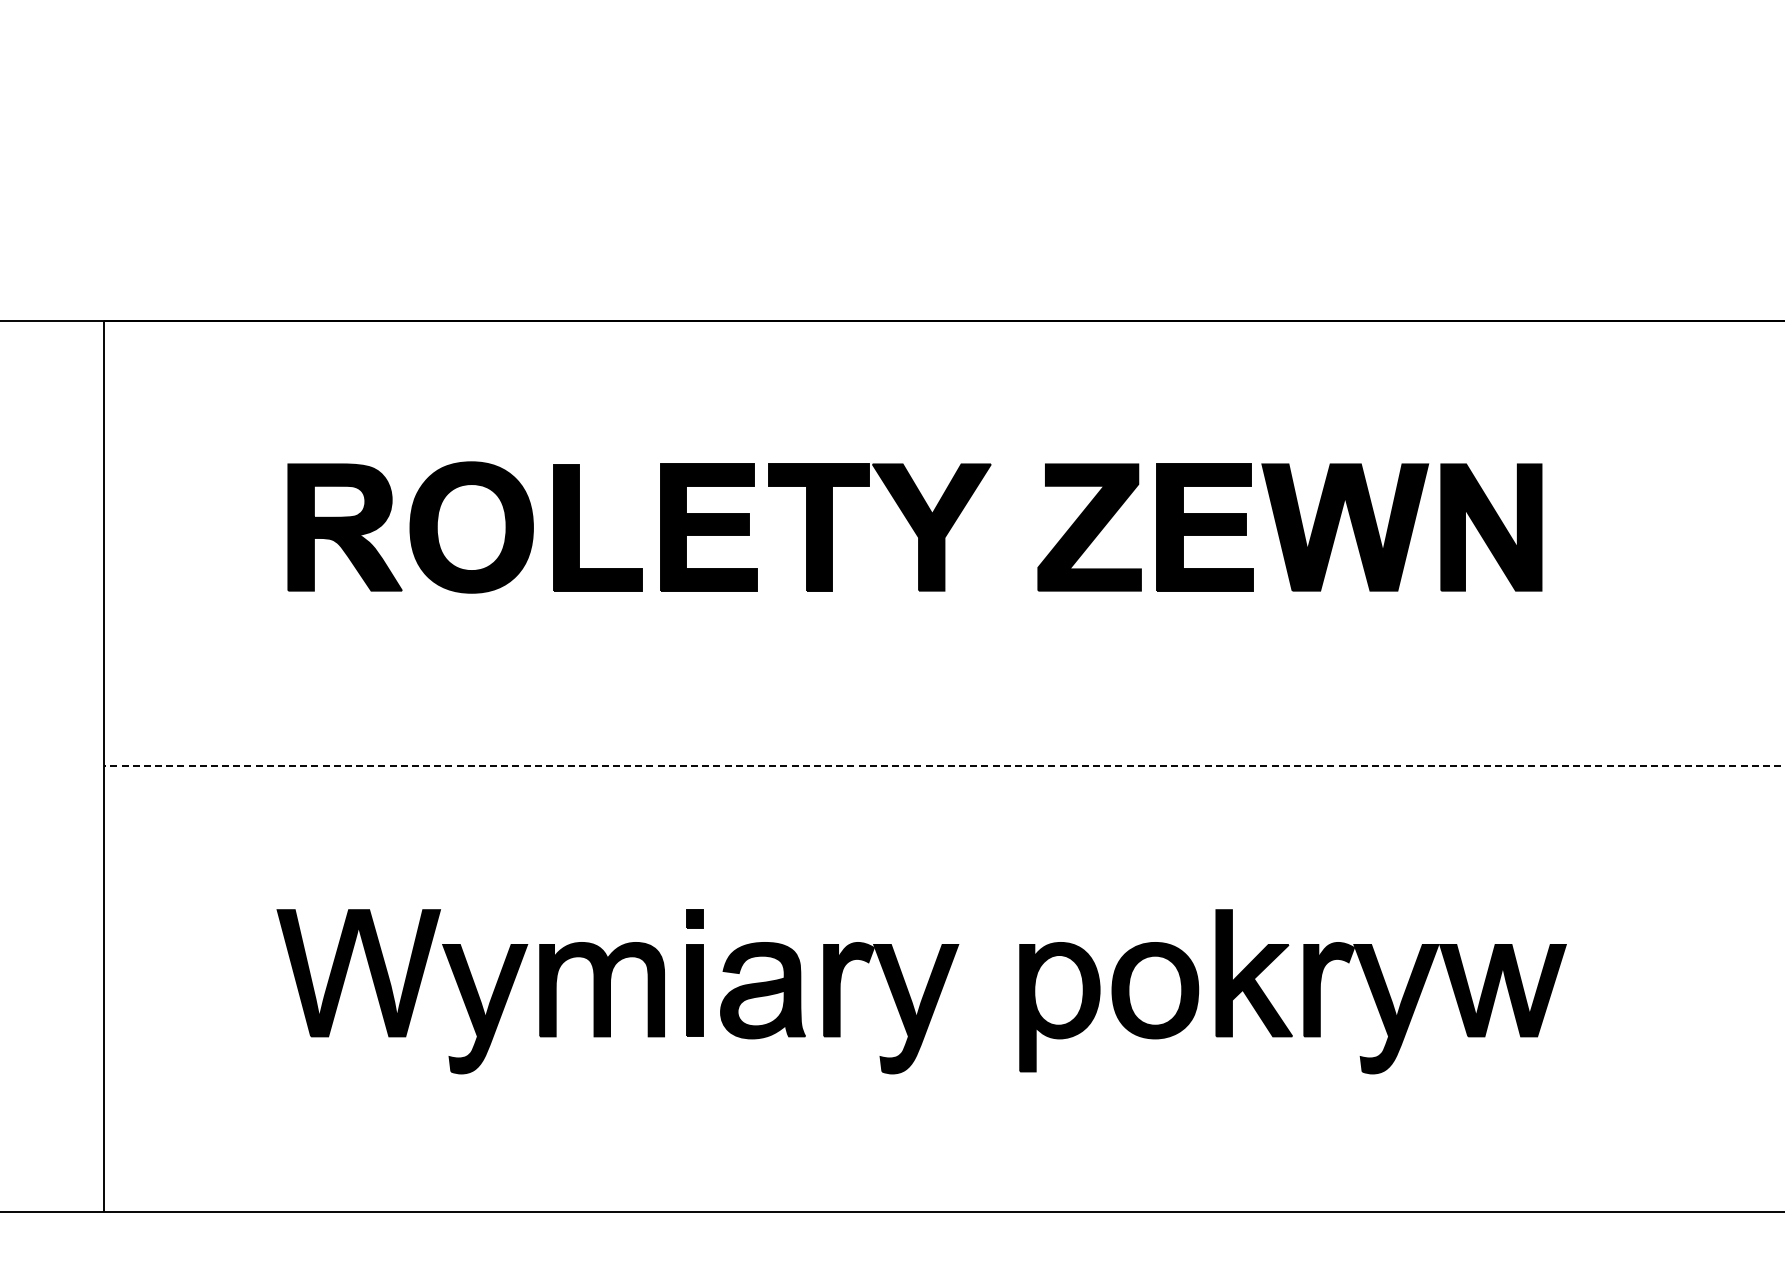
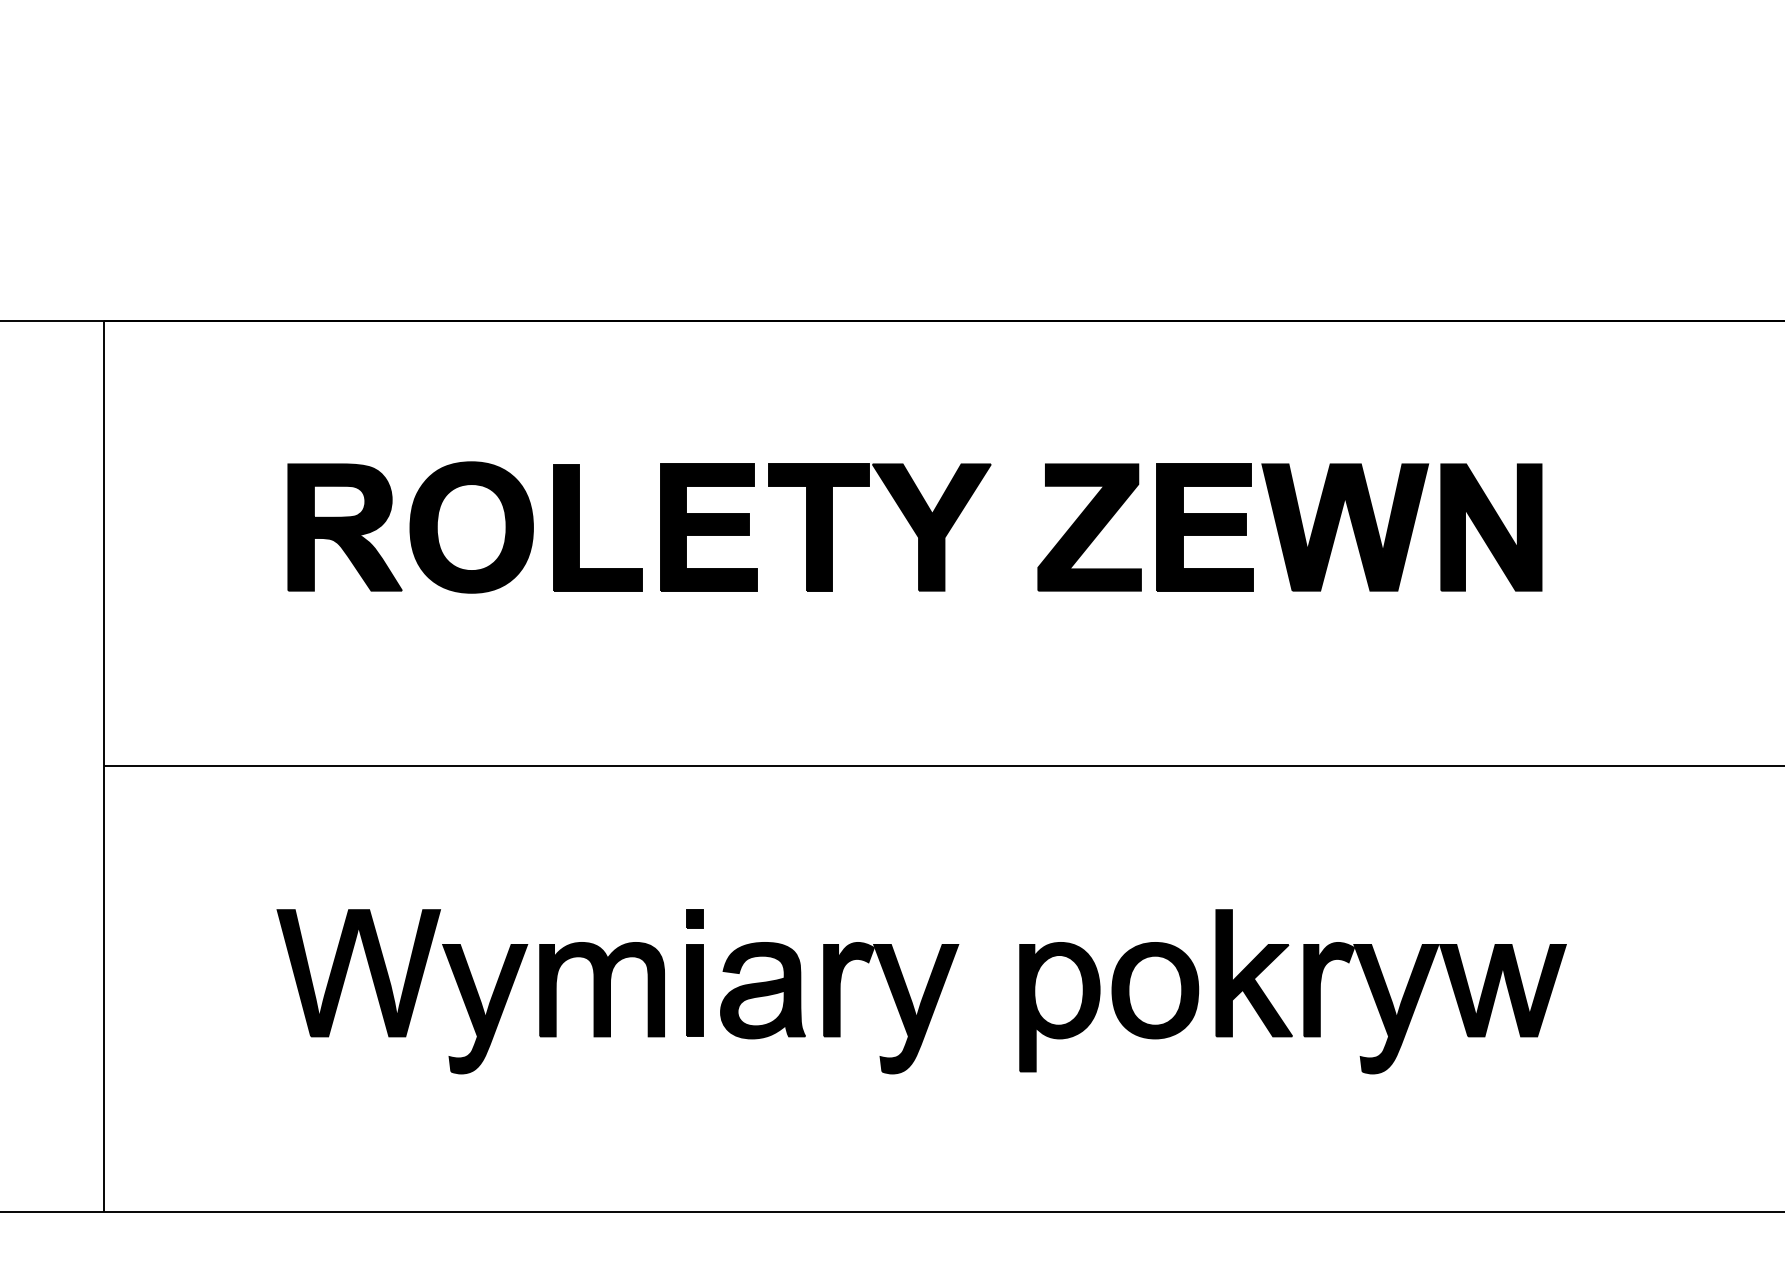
line at (943, 766): dashed -> solid
